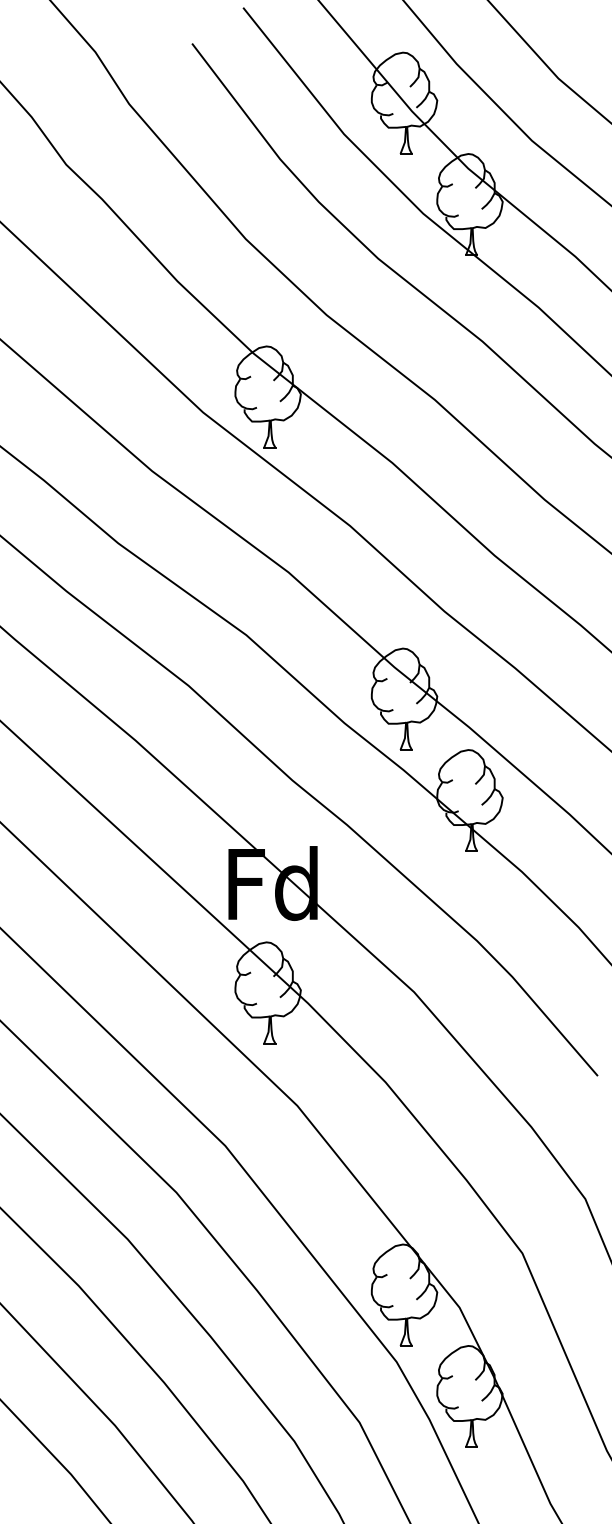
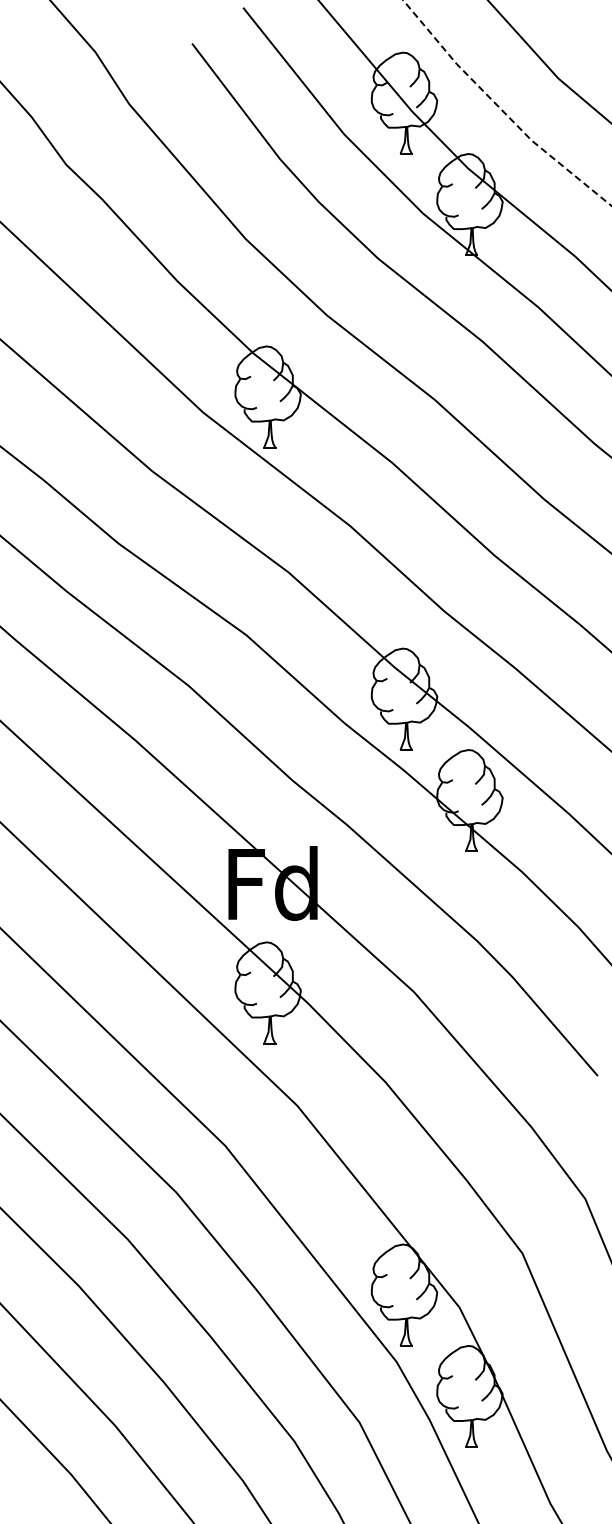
line at (501, 109): solid -> dashed
